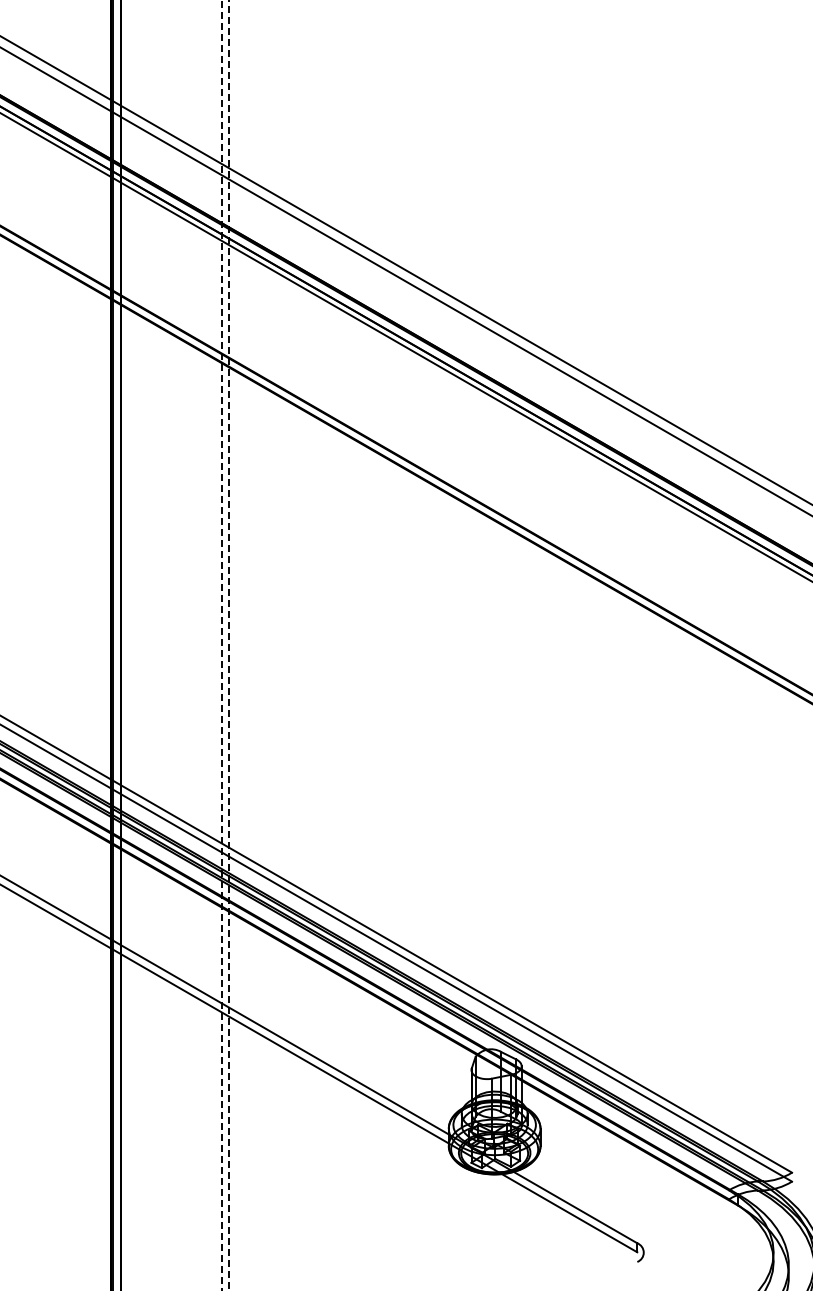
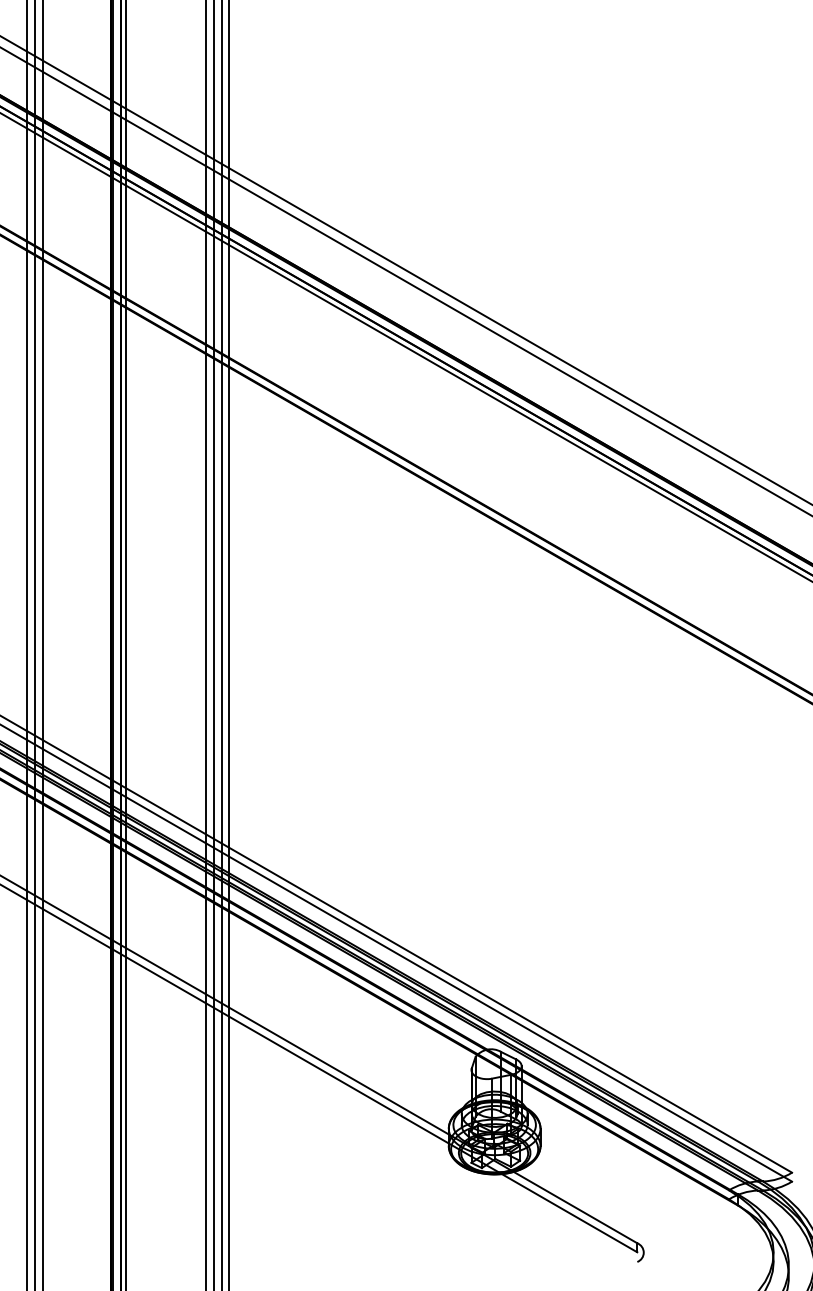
line at (27, 644): none -> present
line at (34, 644): none -> present
line at (42, 644): none -> present
line at (126, 644): none -> present
line at (206, 644): none -> present
line at (213, 644): none -> present
line at (221, 645): dashed -> solid
line at (229, 645): dashed -> solid
